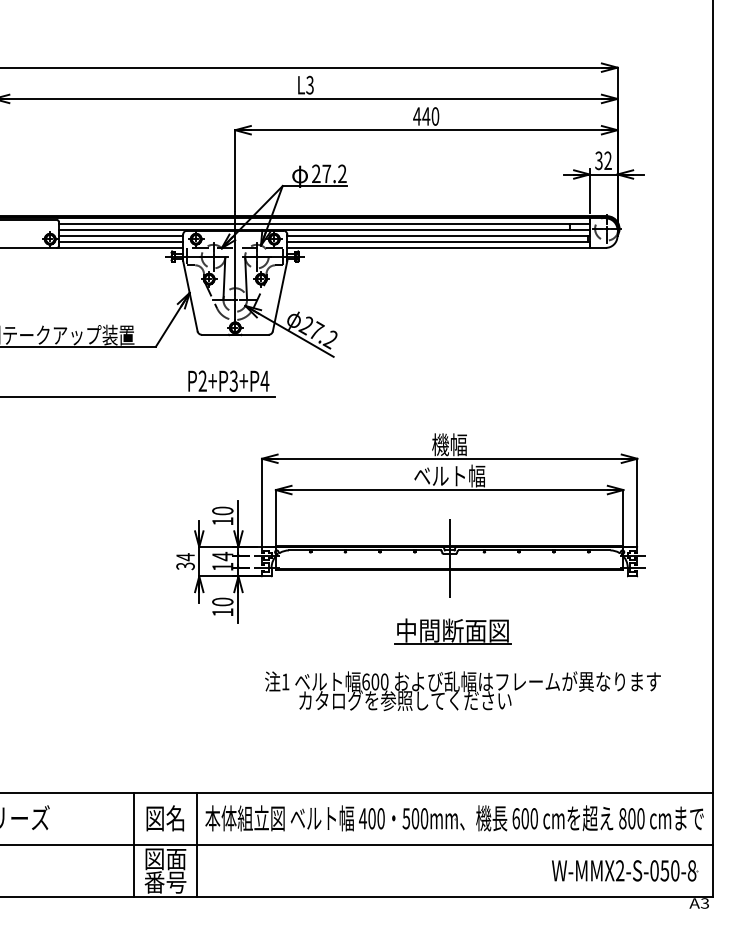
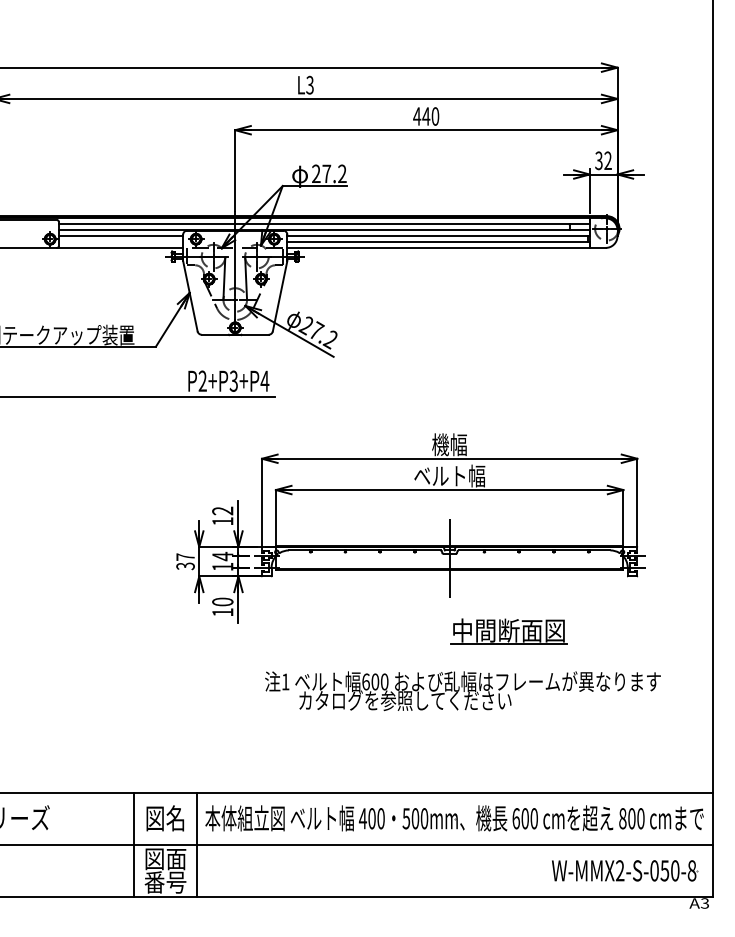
line at (120, 242): present -> none
text at (222, 510): 10 -> 12
text at (185, 557): 34 -> 37
part at (452, 631) position: (452, 631) -> (508, 631)
